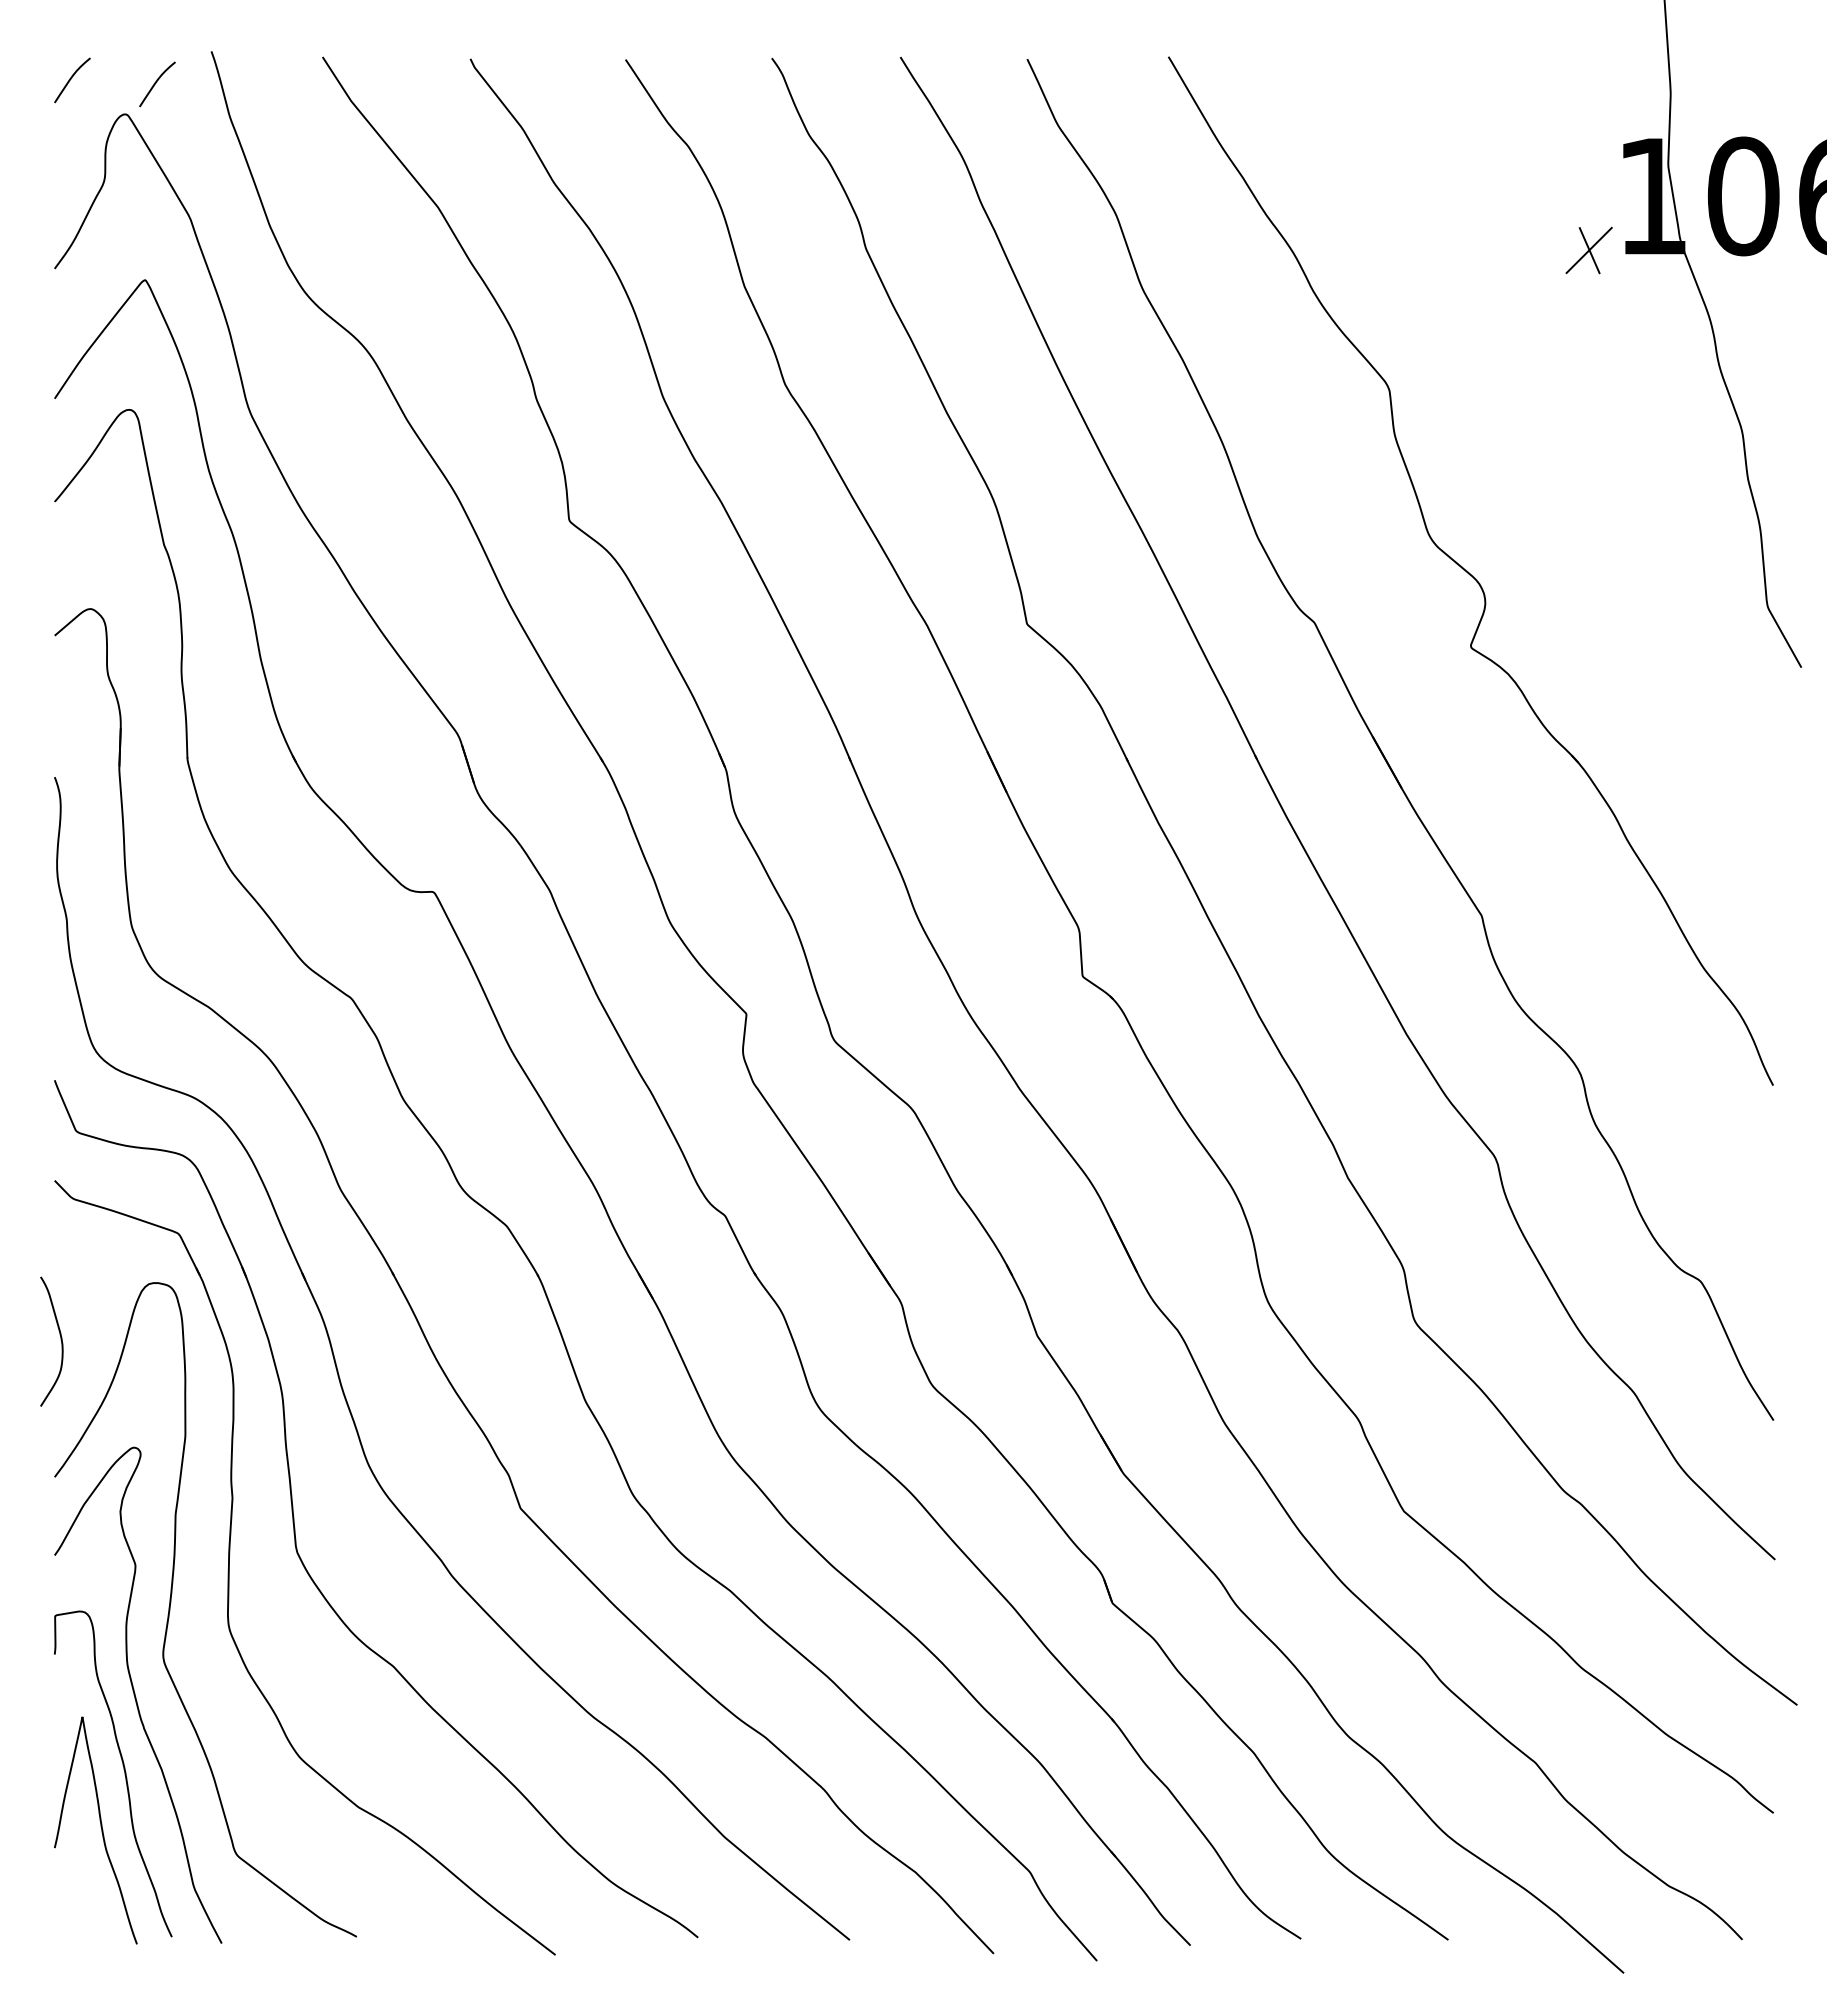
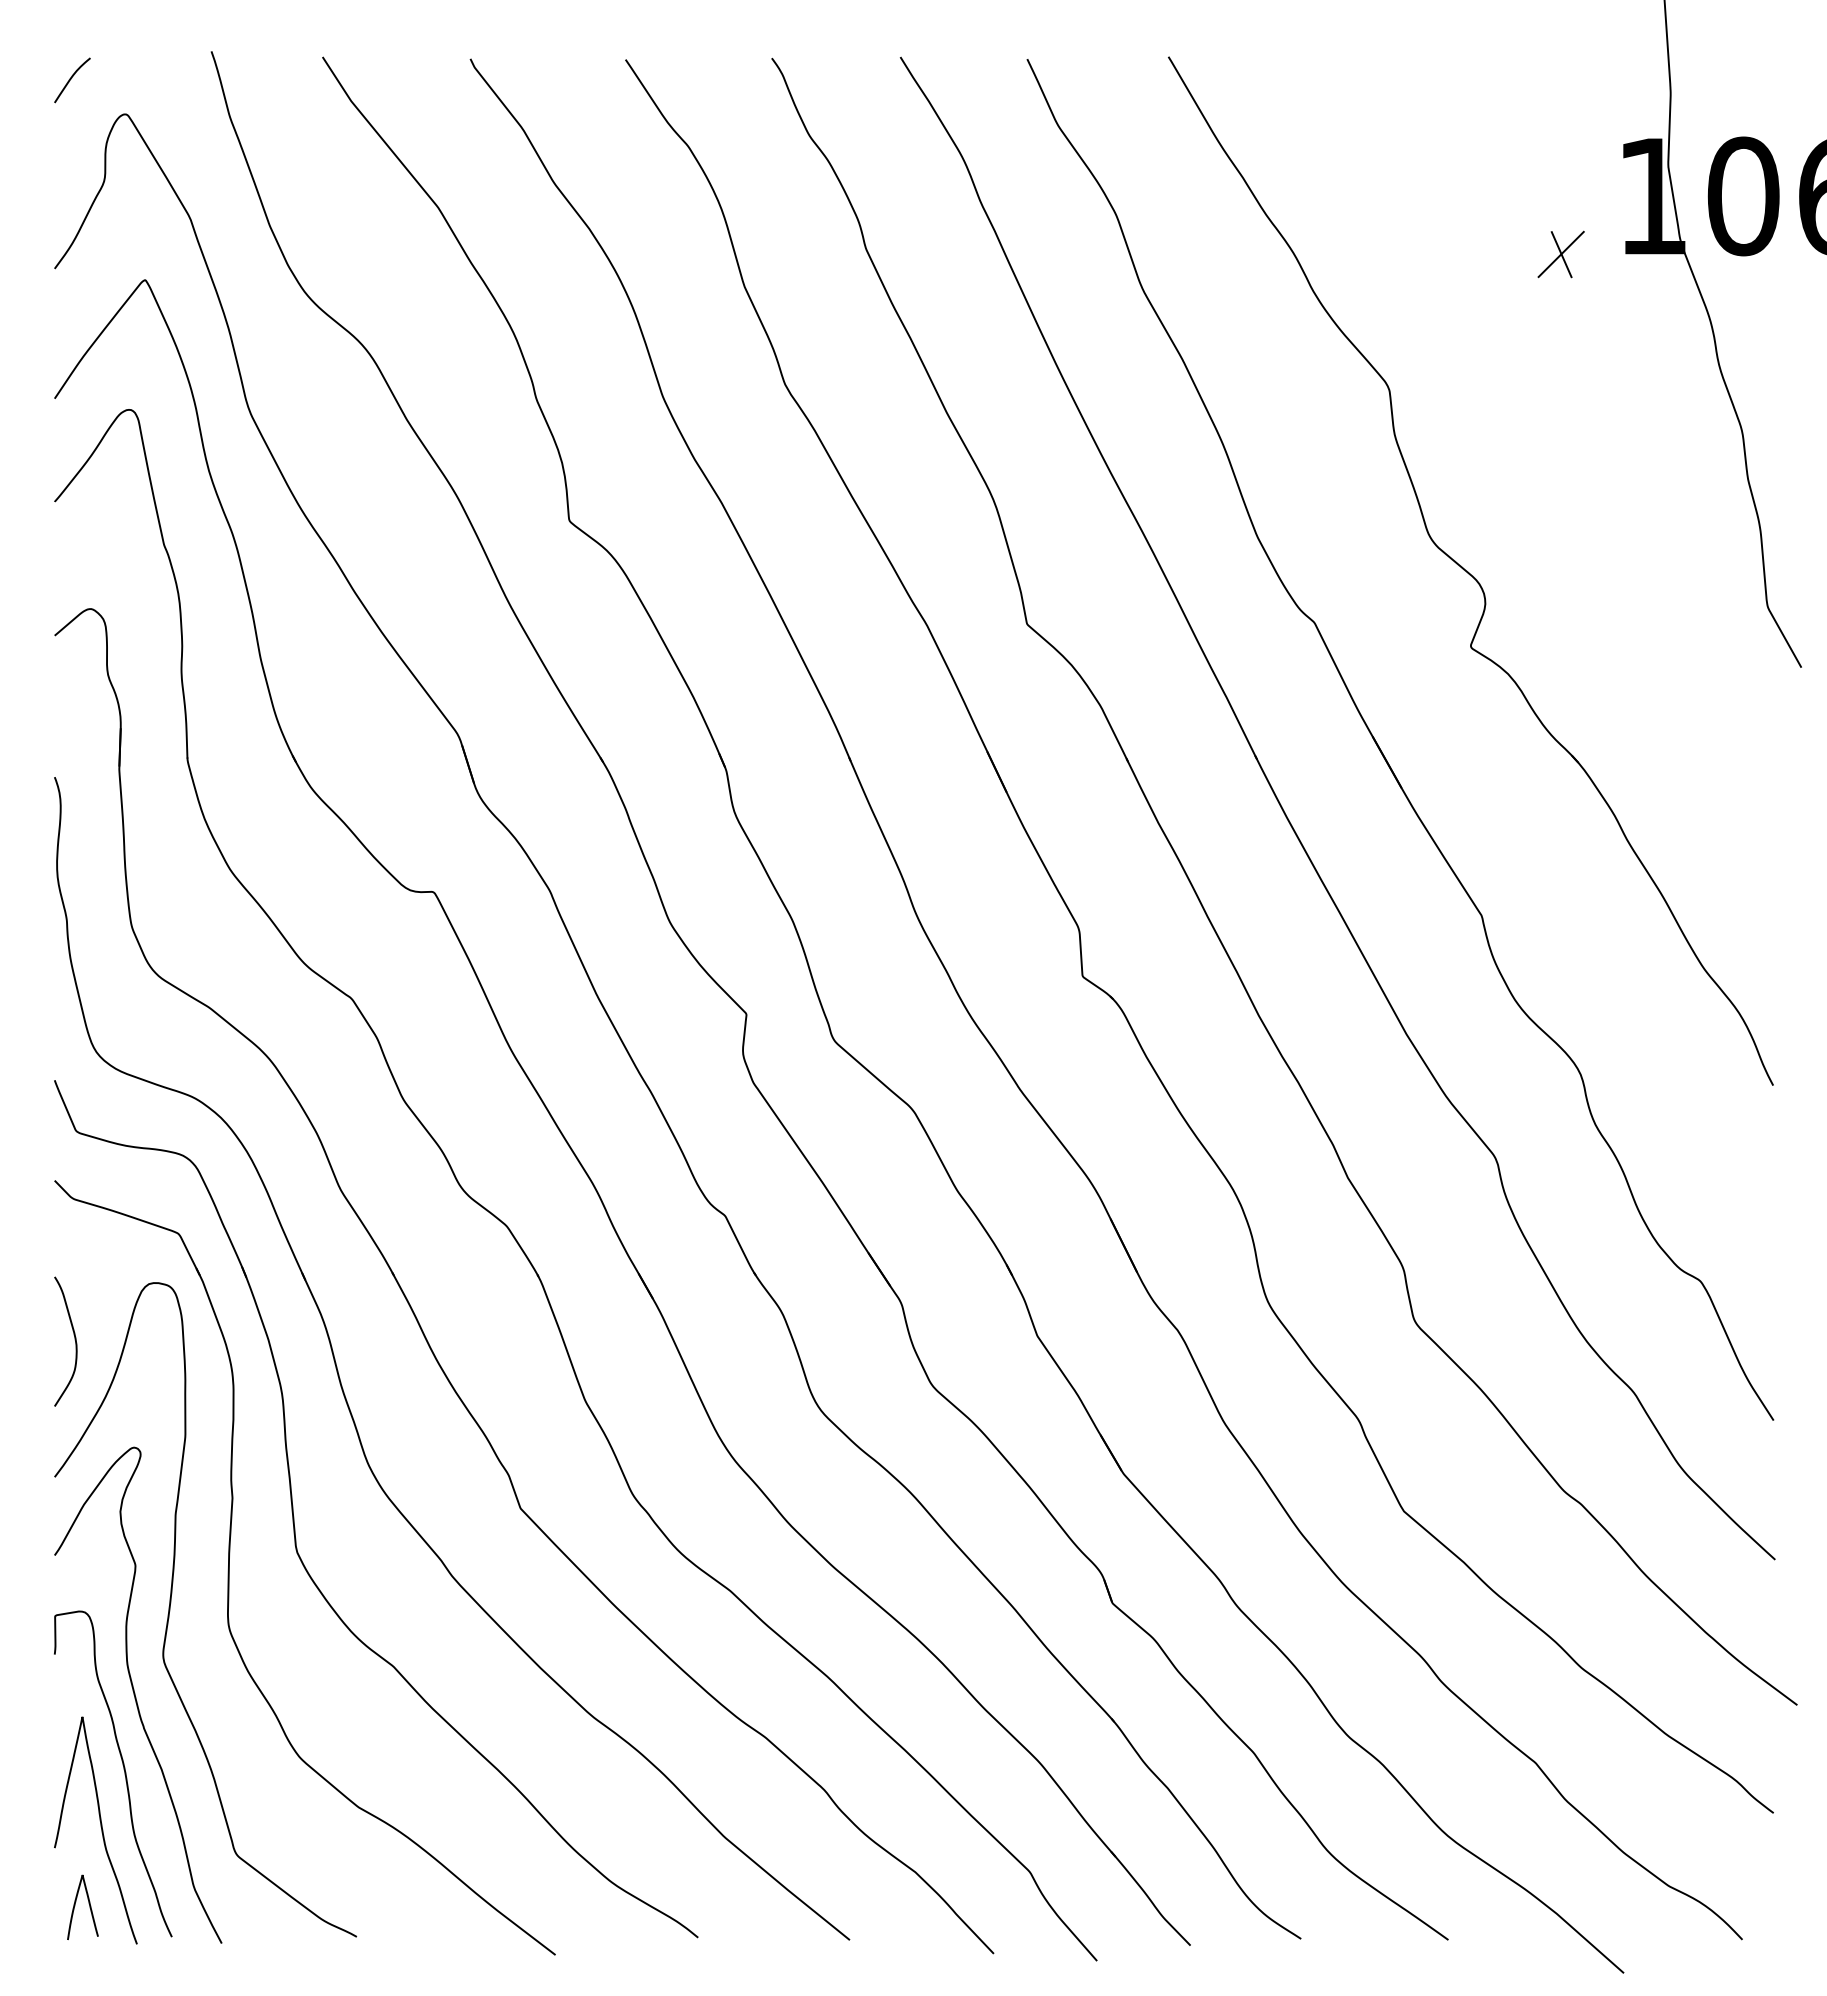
curve at (156, 83): present -> none
part at (1588, 250) position: (1588, 250) -> (1560, 254)
curve at (60, 1340) position: (60, 1340) -> (74, 1340)
curve at (88, 1903): none -> present
